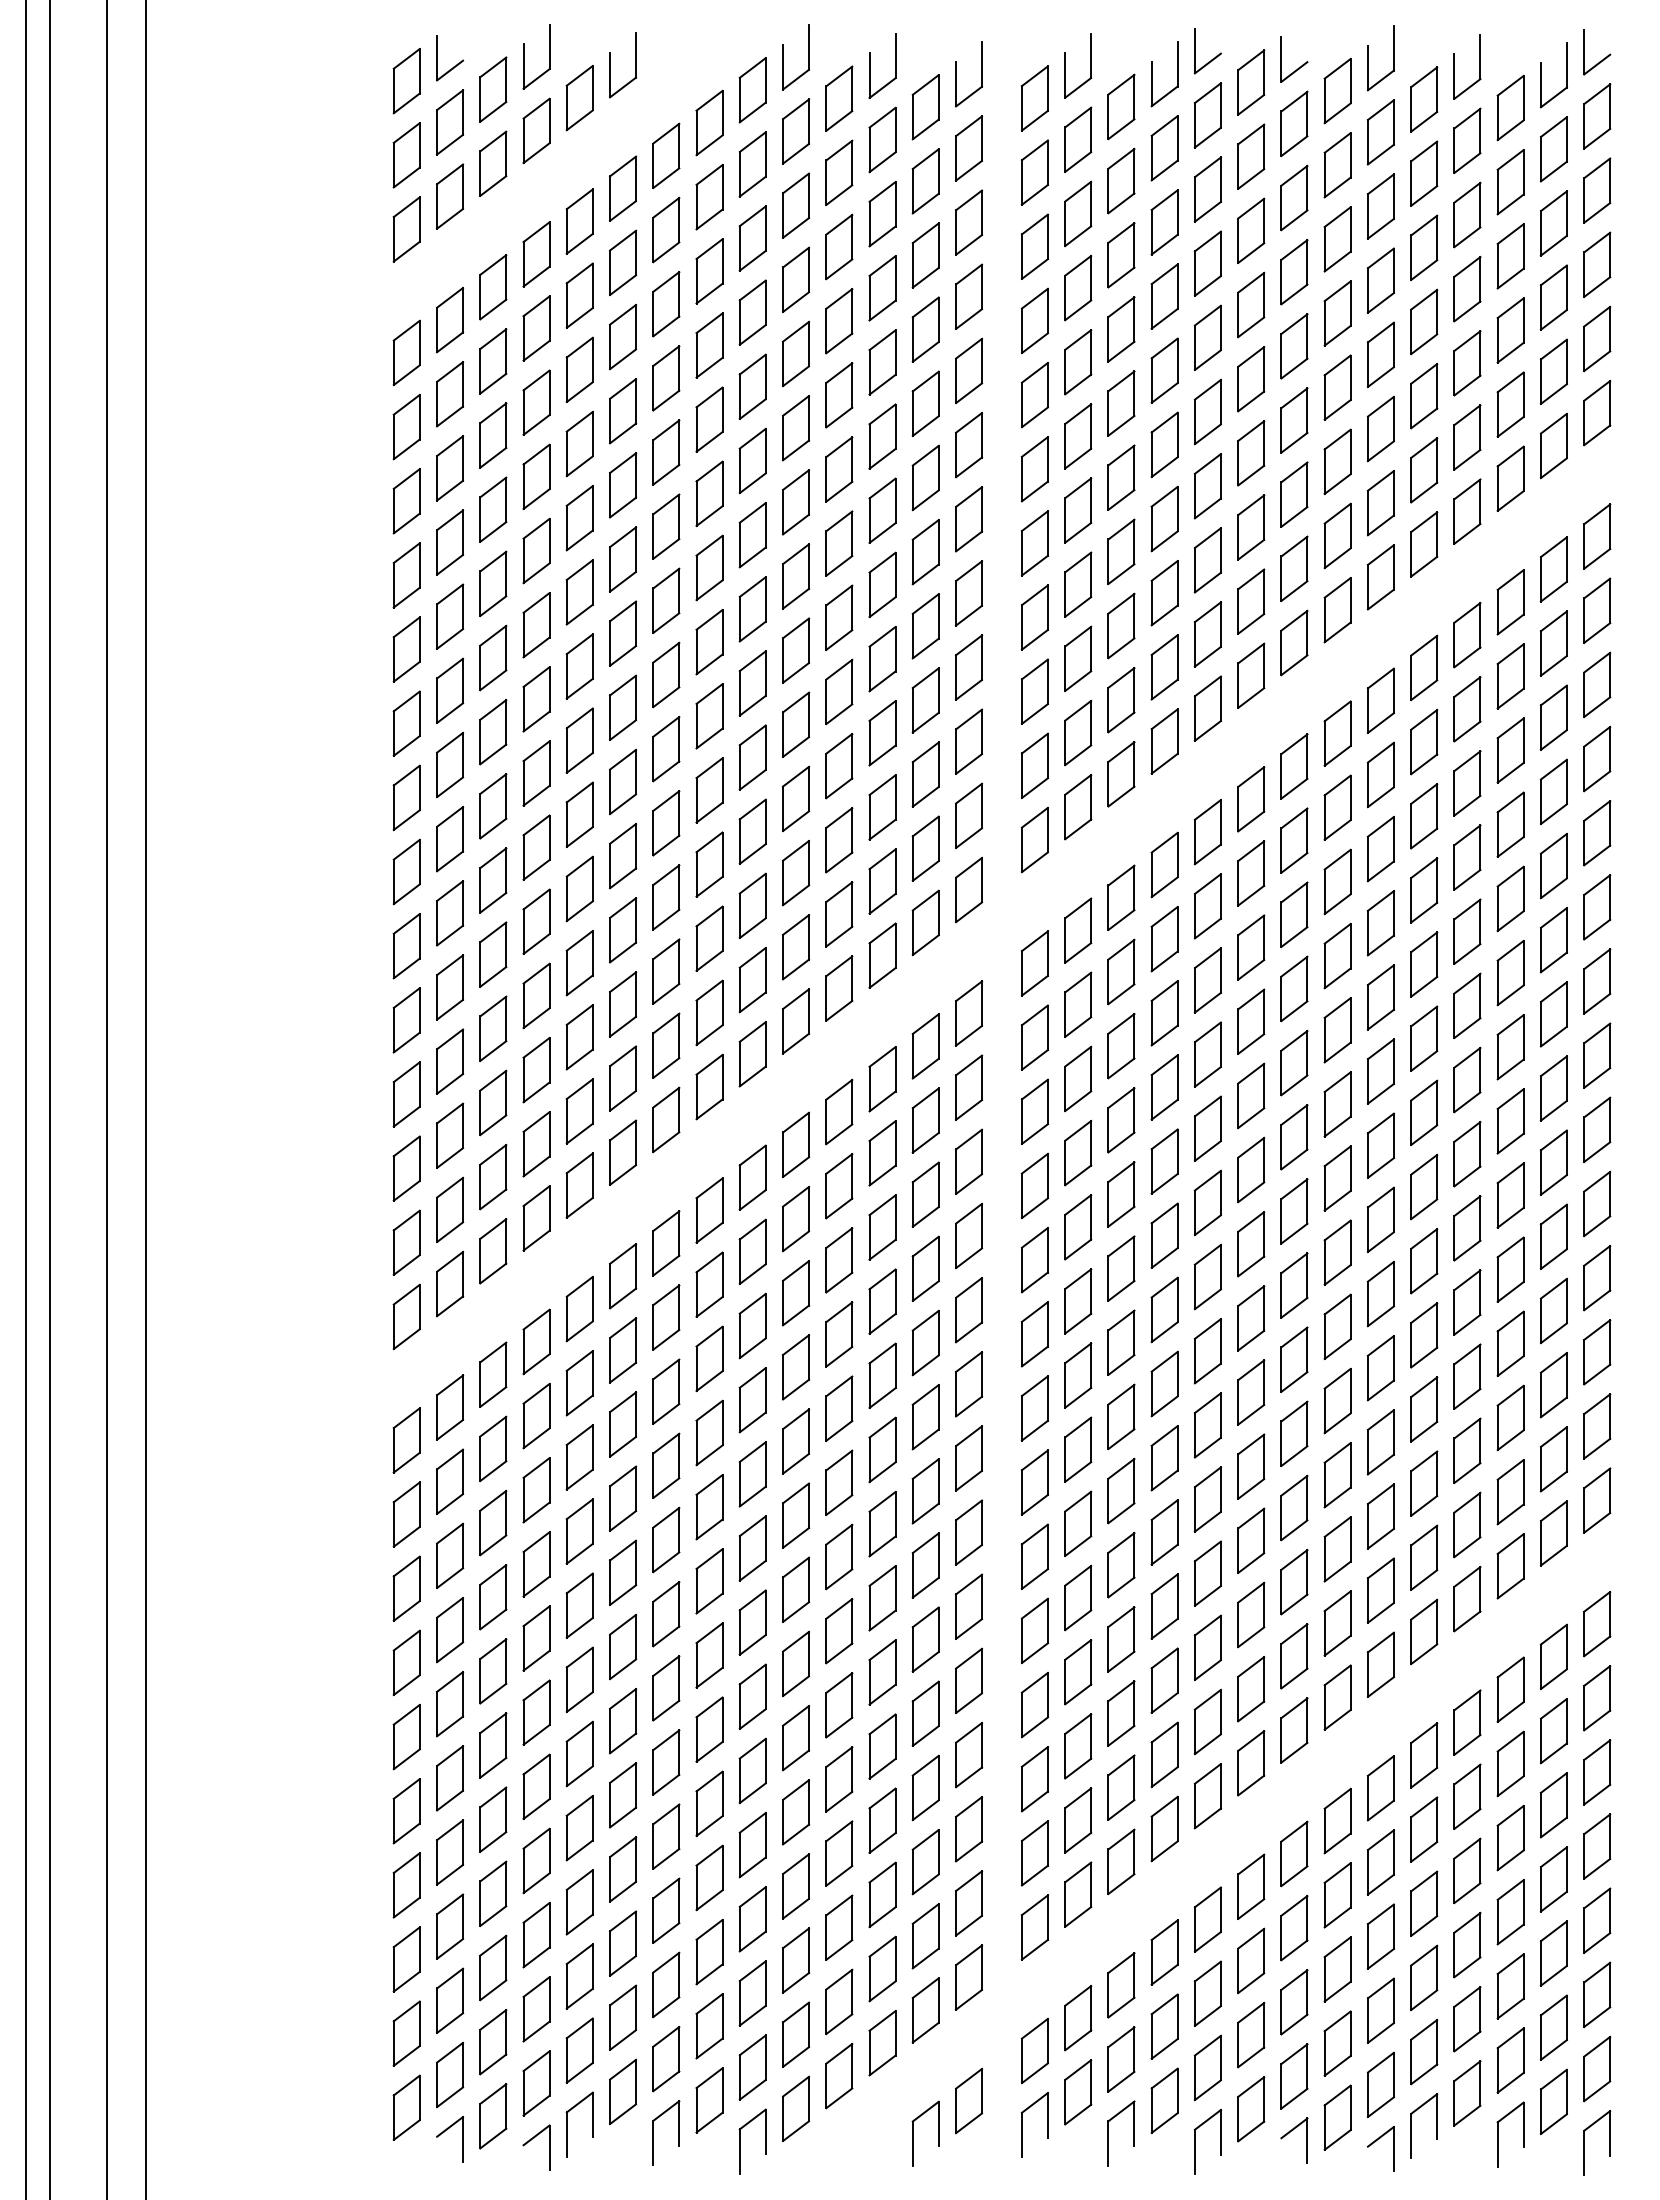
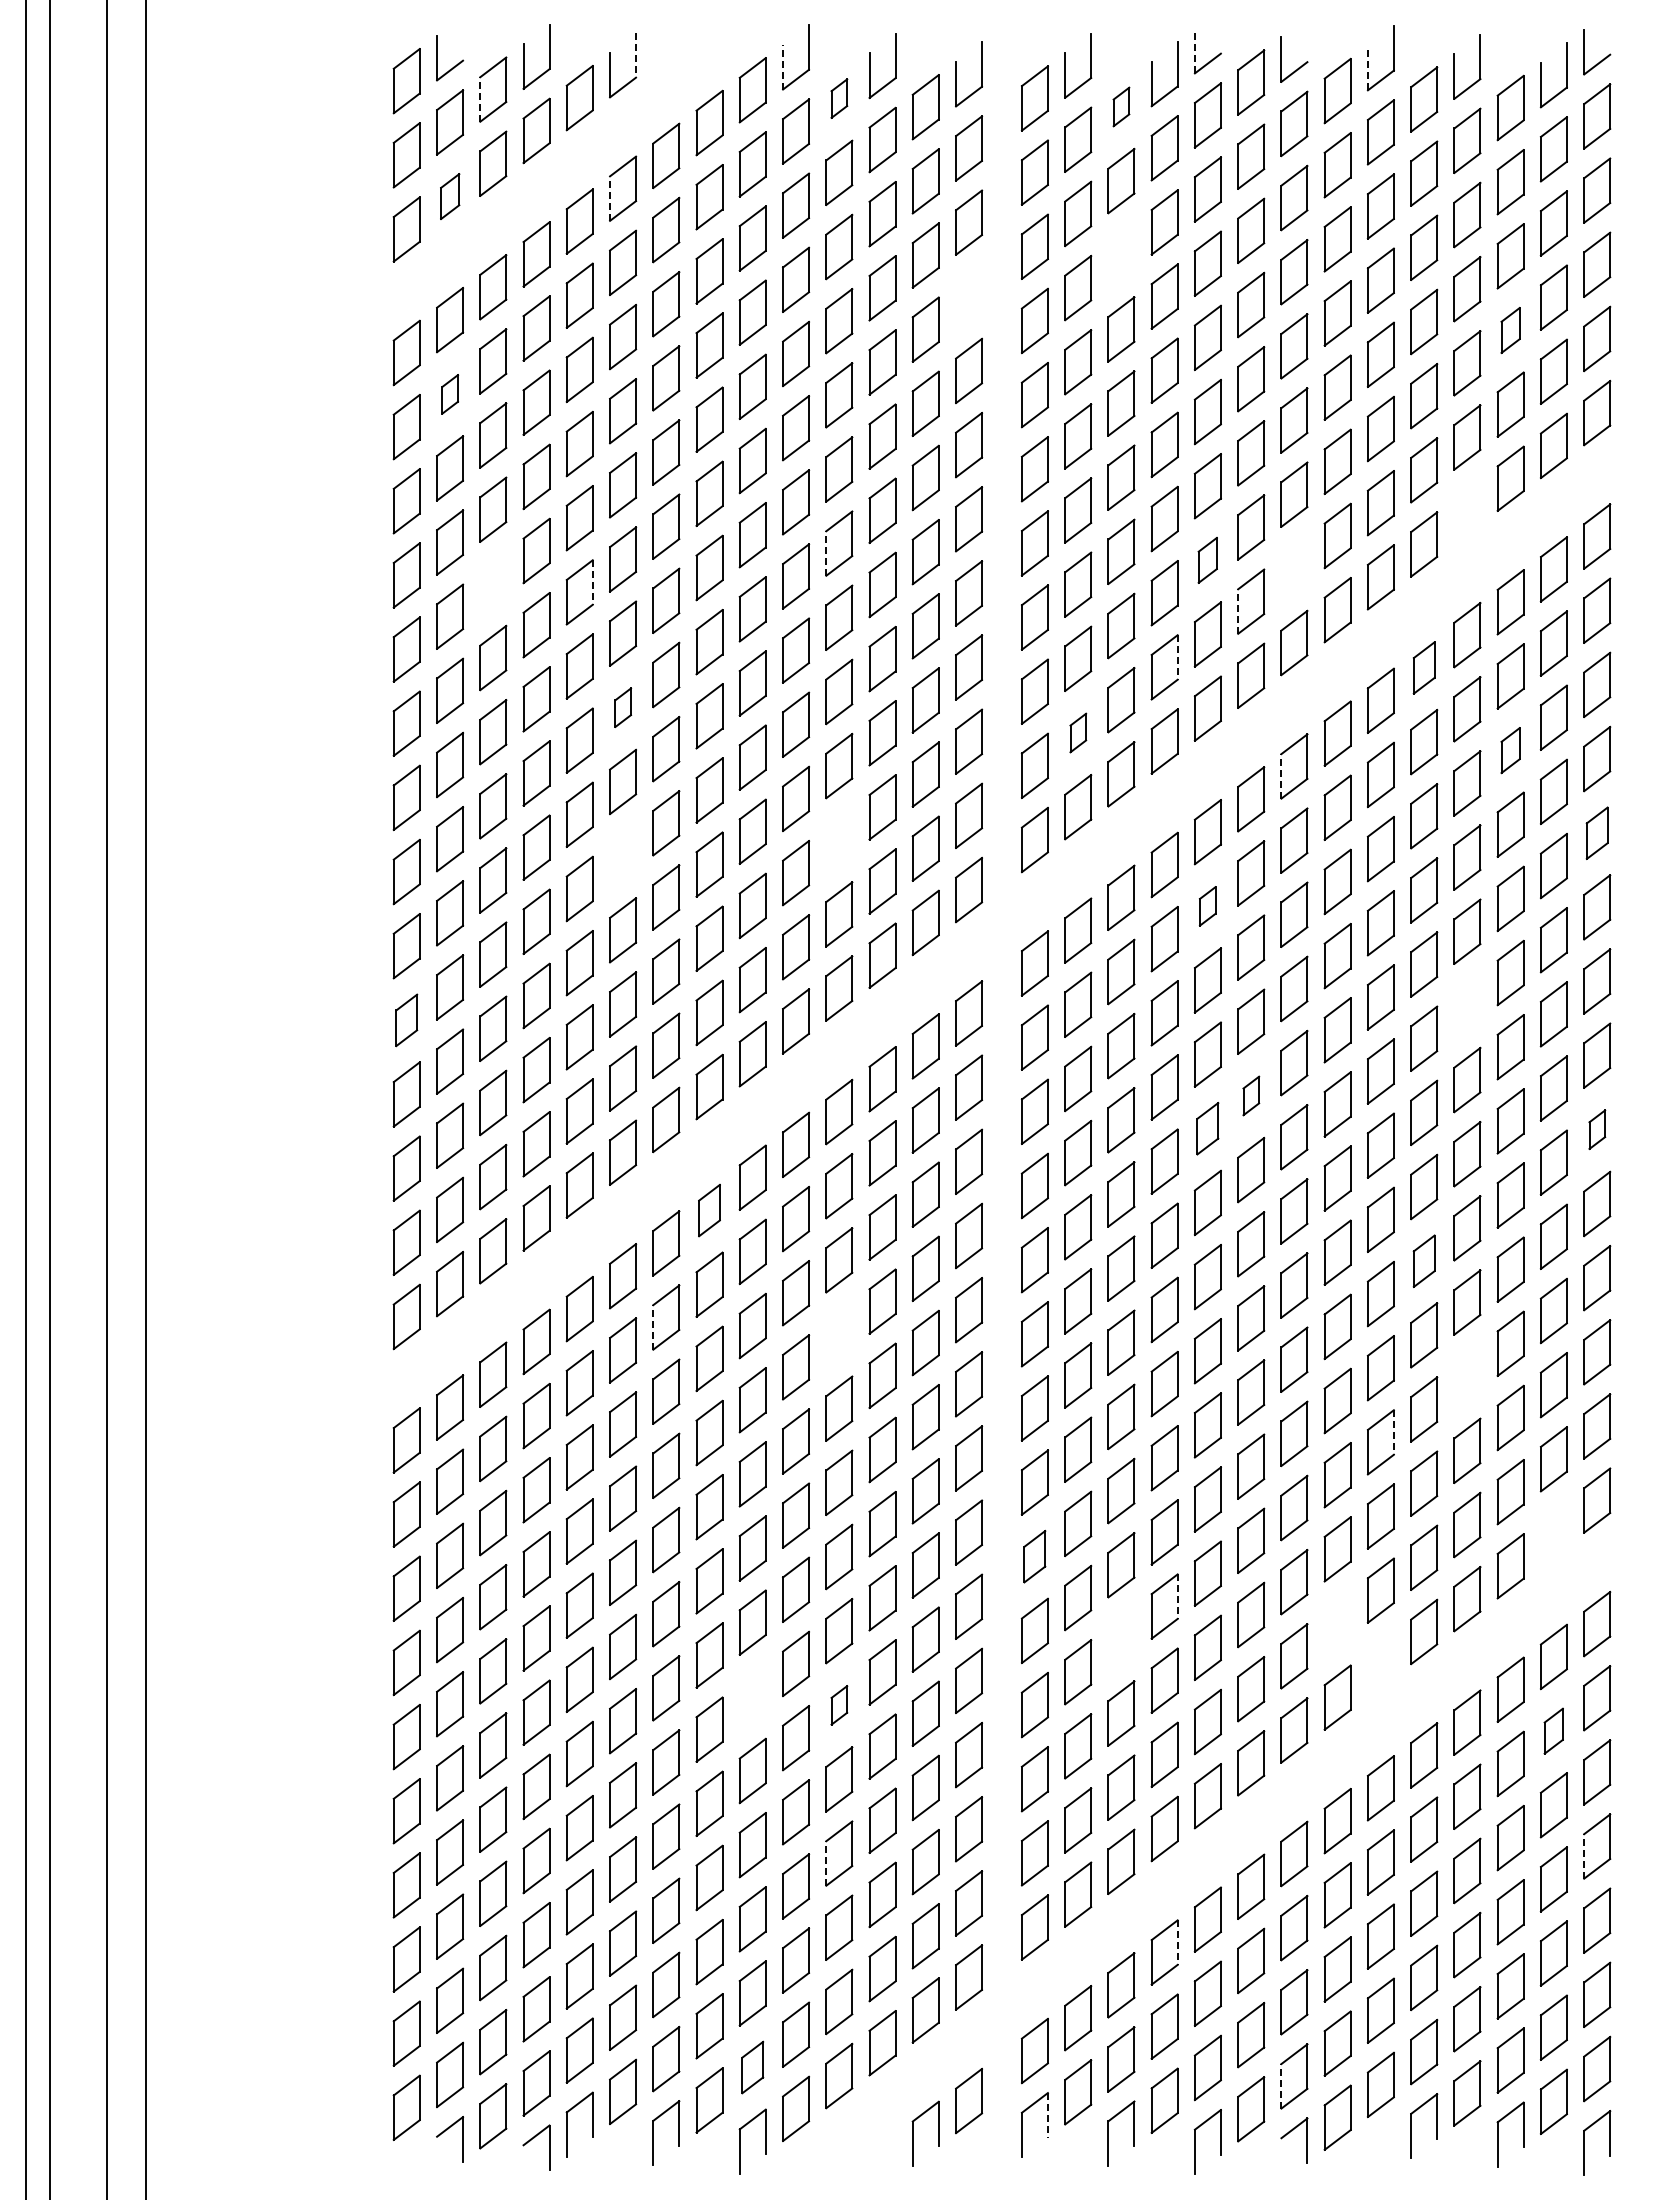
line at (1194, 50): solid -> dashed
line at (636, 55): solid -> dashed
line at (783, 66): solid -> dashed
line at (1367, 67): solid -> dashed
line at (480, 98): solid -> dashed
part at (839, 98) size: 29x67 px -> 19x41 px
part at (1121, 106) size: 29x68 px -> 19x42 px
part at (450, 196) size: 29x67 px -> 21x47 px
line at (610, 198): solid -> dashed
part at (1121, 255): present -> none
part at (969, 296): present -> none
part at (1510, 330) size: 29x67 px -> 21x47 px
part at (450, 394) size: 29x67 px -> 19x41 px
part at (1467, 511): present -> none
line at (826, 553): solid -> dashed
part at (1207, 560) size: 29x67 px -> 21x47 px
part at (1294, 568): present -> none
part at (493, 583): present -> none
line at (592, 583): solid -> dashed
line at (1238, 611): solid -> dashed
line at (1177, 657): solid -> dashed
part at (1424, 667) size: 29x68 px -> 24x54 px
part at (623, 707) size: 29x67 px -> 19x41 px
part at (1078, 732) size: 29x68 px -> 19x42 px
part at (1510, 750) size: 29x67 px -> 21x48 px
line at (1281, 775): solid -> dashed
part at (1597, 833) size: 29x67 px -> 24x54 px
part at (839, 840): present -> none
part at (623, 856): present -> none
part at (1207, 906) size: 29x67 px -> 19x41 px
part at (1467, 1005): present -> none
part at (406, 1020) size: 29x67 px -> 24x55 px
part at (1251, 1095) size: 29x68 px -> 19x42 px
part at (1207, 1128) size: 29x67 px -> 24x54 px
part at (1597, 1129) size: 29x67 px -> 19x41 px
part at (709, 1210) size: 29x67 px -> 23x55 px
part at (1424, 1261) size: 29x67 px -> 24x54 px
line at (653, 1326): solid -> dashed
part at (839, 1334): present -> none
part at (1467, 1376): present -> none
line at (1393, 1432): solid -> dashed
part at (1553, 1533): present -> none
part at (1034, 1556) size: 29x67 px -> 24x54 px
line at (1177, 1597): solid -> dashed
part at (1337, 1623): present -> none
part at (1121, 1639): present -> none
part at (1380, 1664): present -> none
part at (752, 1696): present -> none
part at (839, 1705) size: 29x67 px -> 19x41 px
part at (1553, 1731) size: 29x67 px -> 21x48 px
line at (1584, 1855): solid -> dashed
line at (826, 1862): solid -> dashed
line at (1177, 1943): solid -> dashed
part at (752, 2067) size: 29x67 px -> 24x55 px
line at (1281, 2085): solid -> dashed
line at (1047, 2115): solid -> dashed
part at (1375, 2142): present -> none
